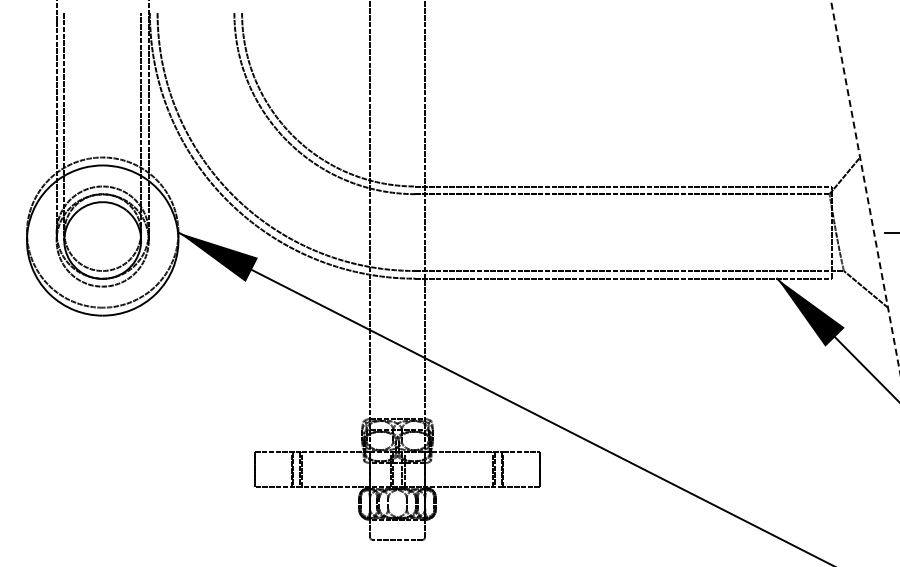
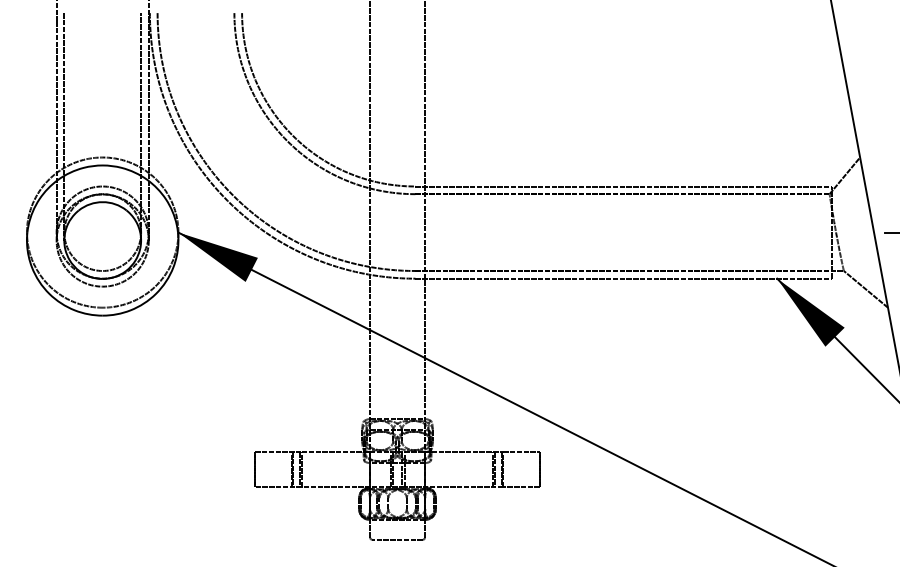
line at (865, 186): dashed -> solid
